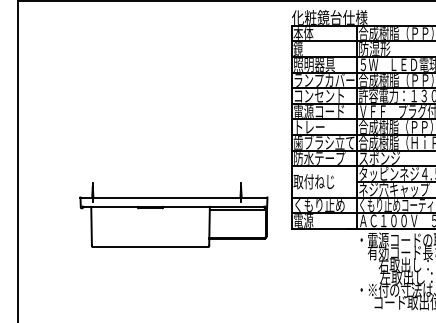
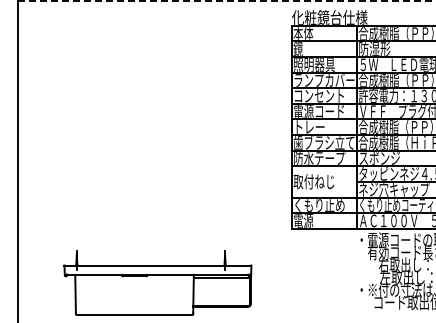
line at (227, 1): solid -> dashed
part at (173, 214) position: (173, 214) -> (157, 282)
